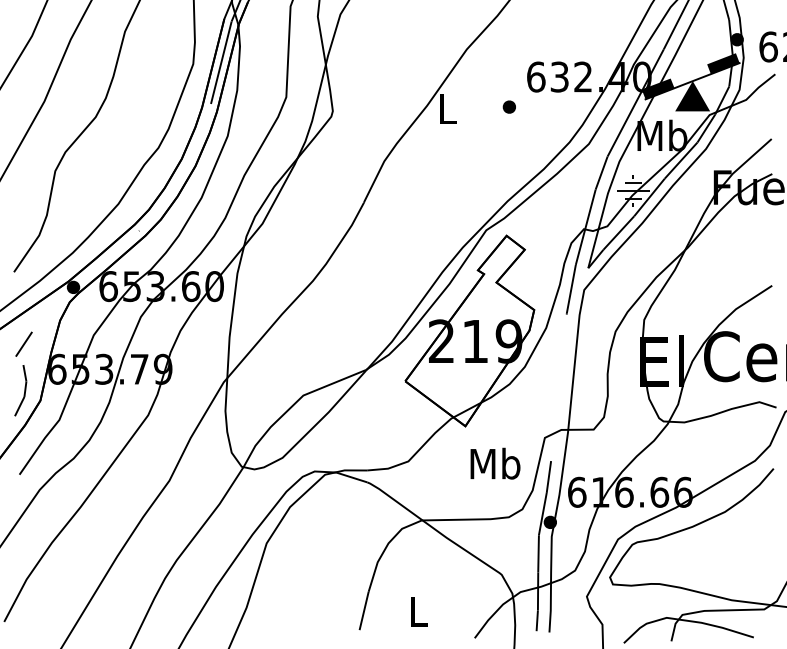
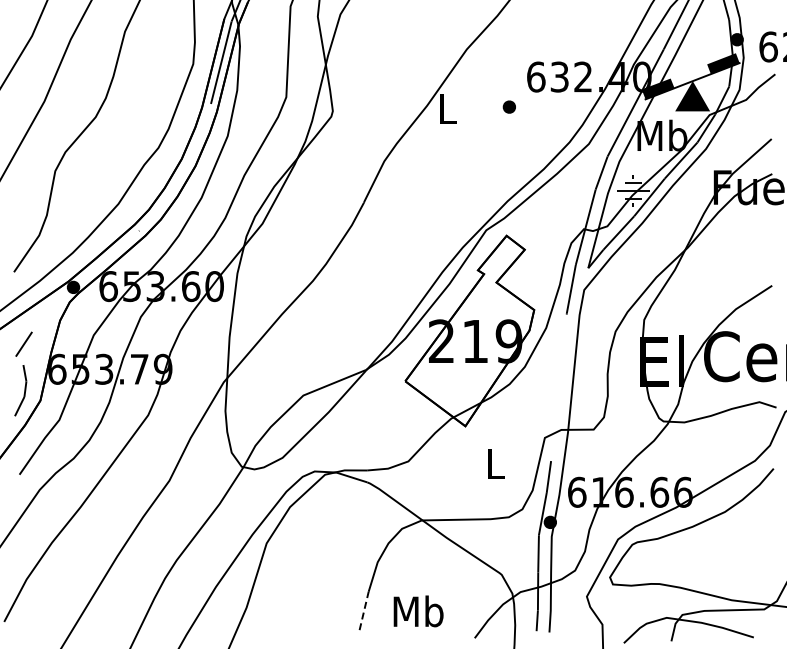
text at (495, 463): Mb -> L
line at (364, 610): solid -> dashed
text at (418, 611): L -> Mb
